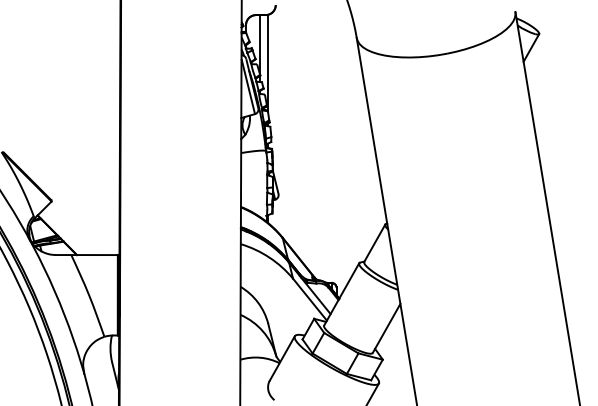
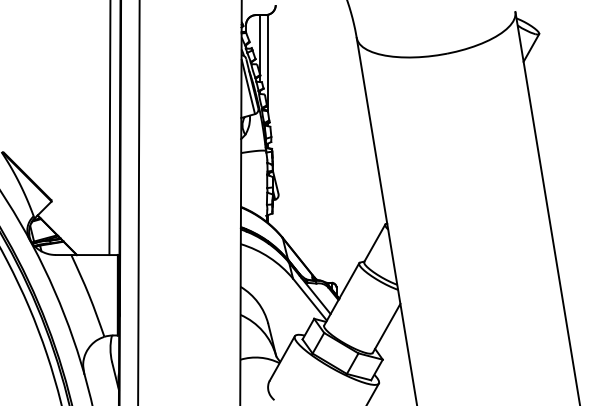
line at (109, 128): none -> present
line at (138, 202): none -> present
